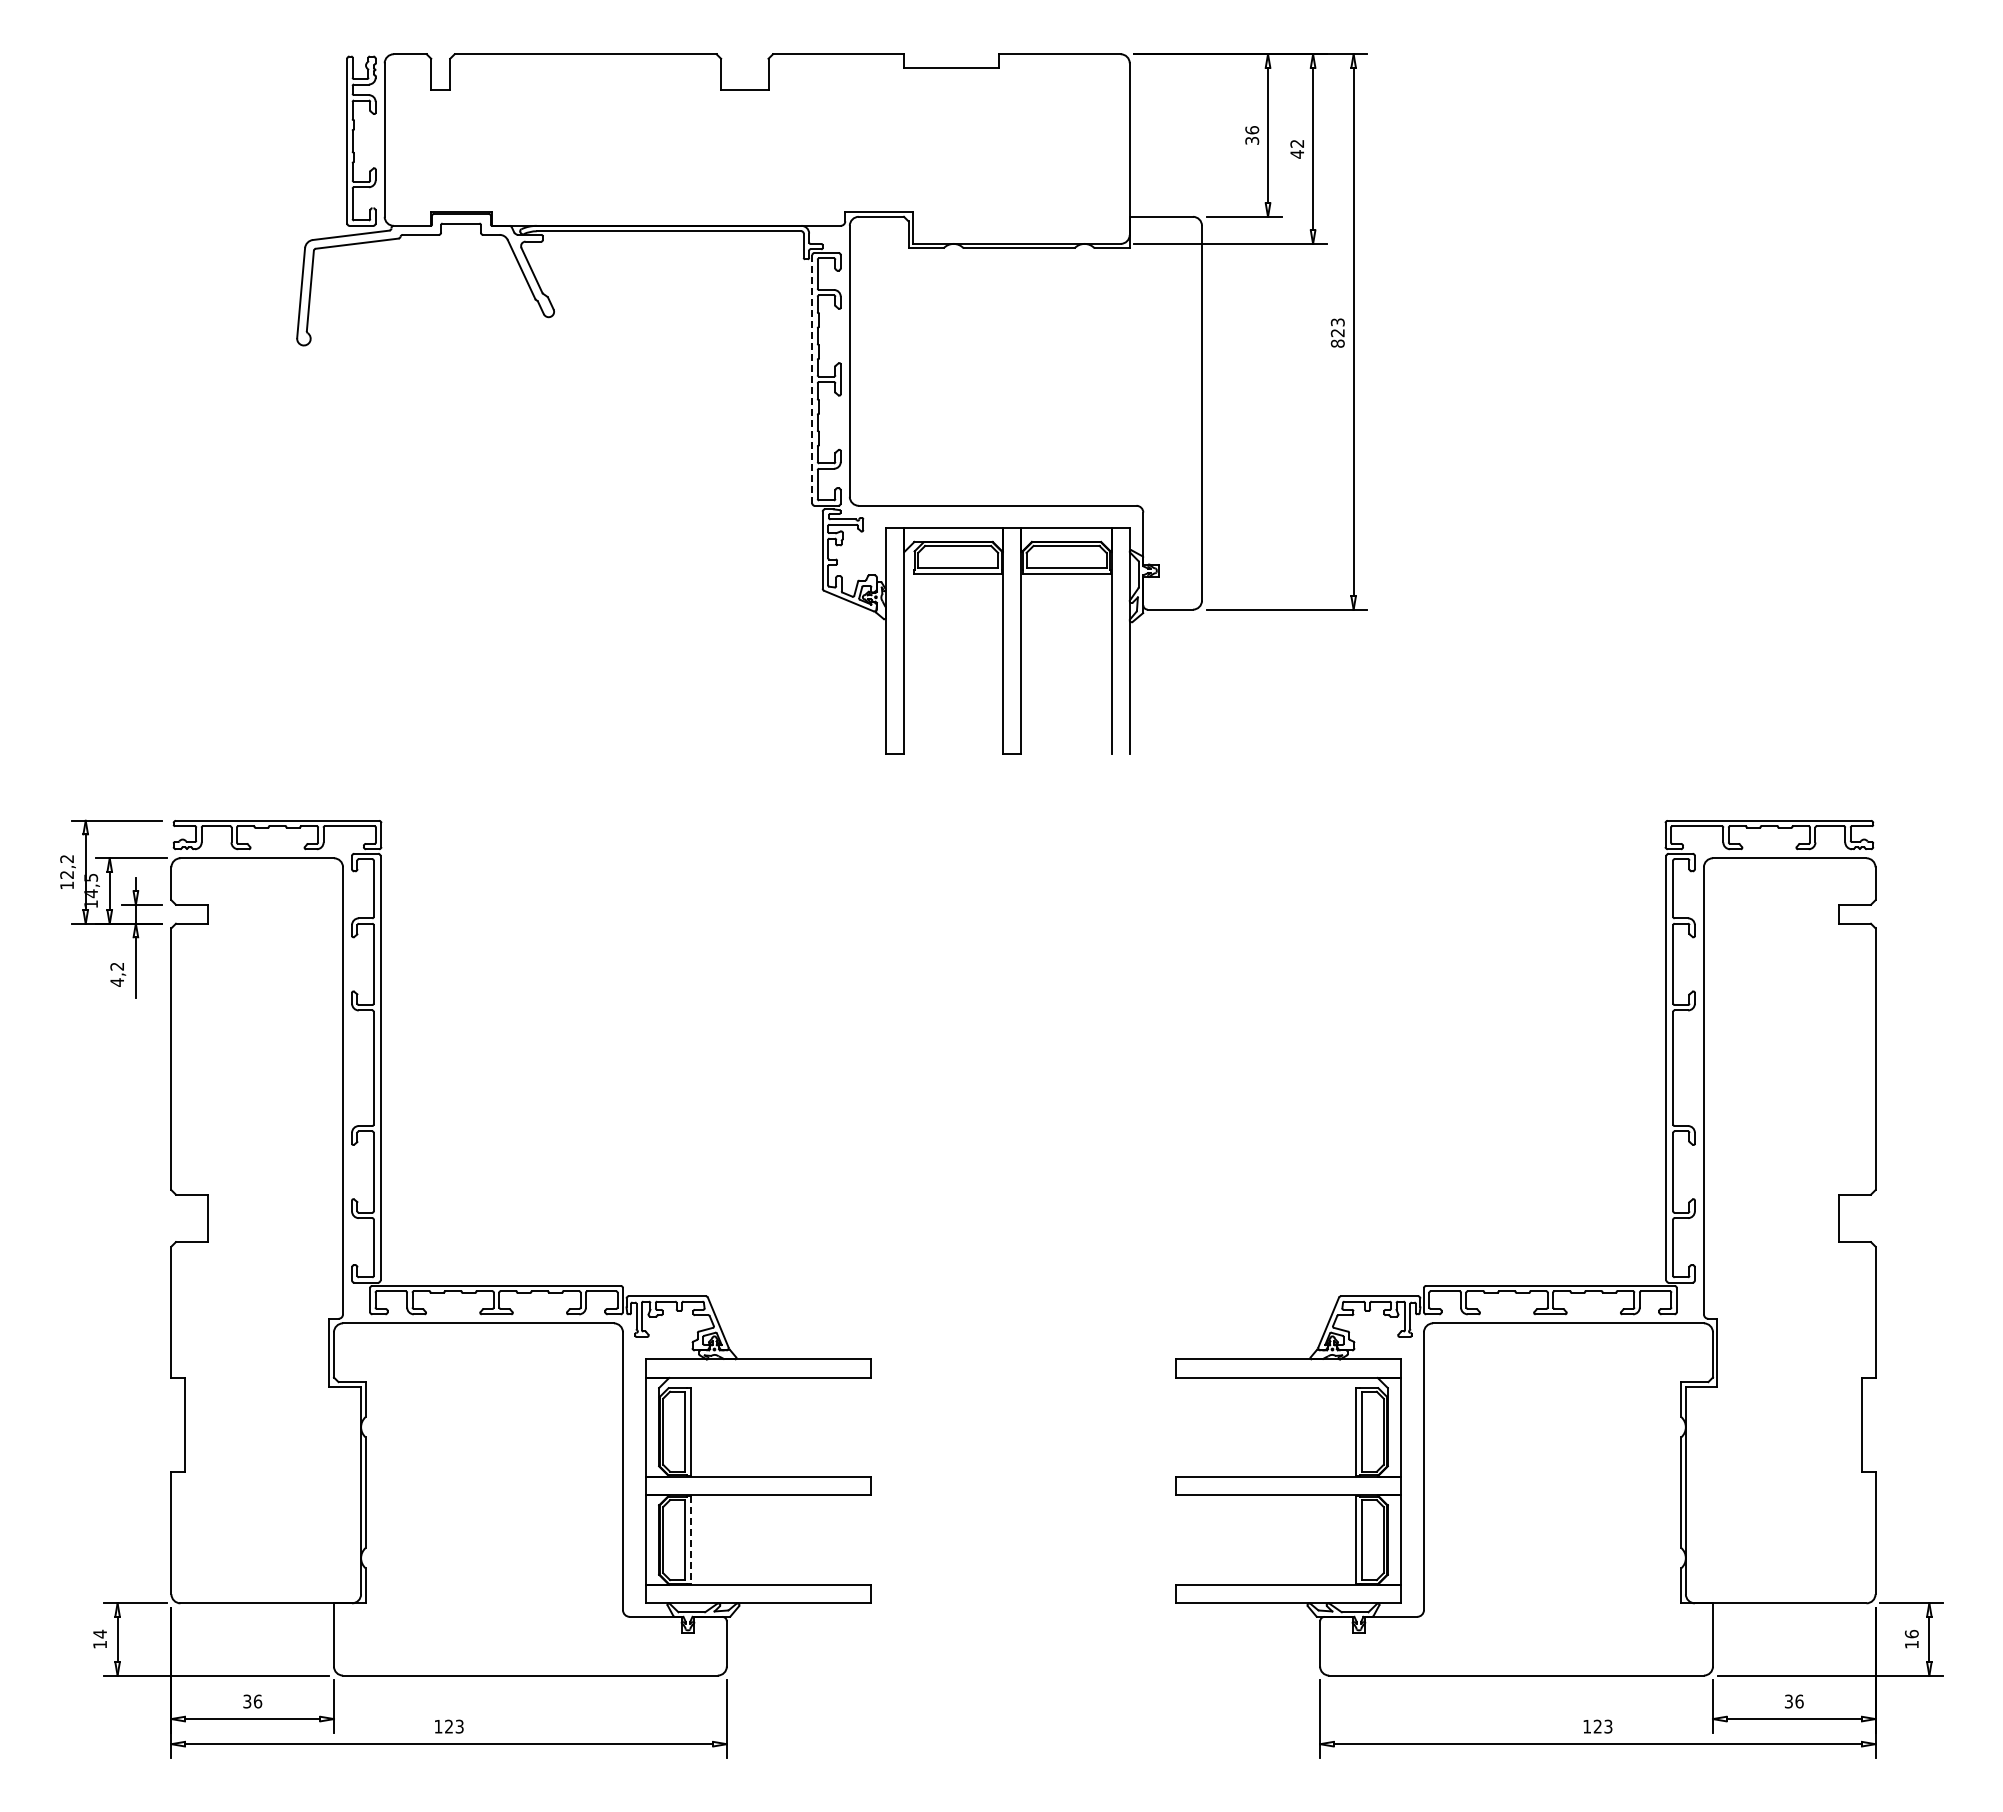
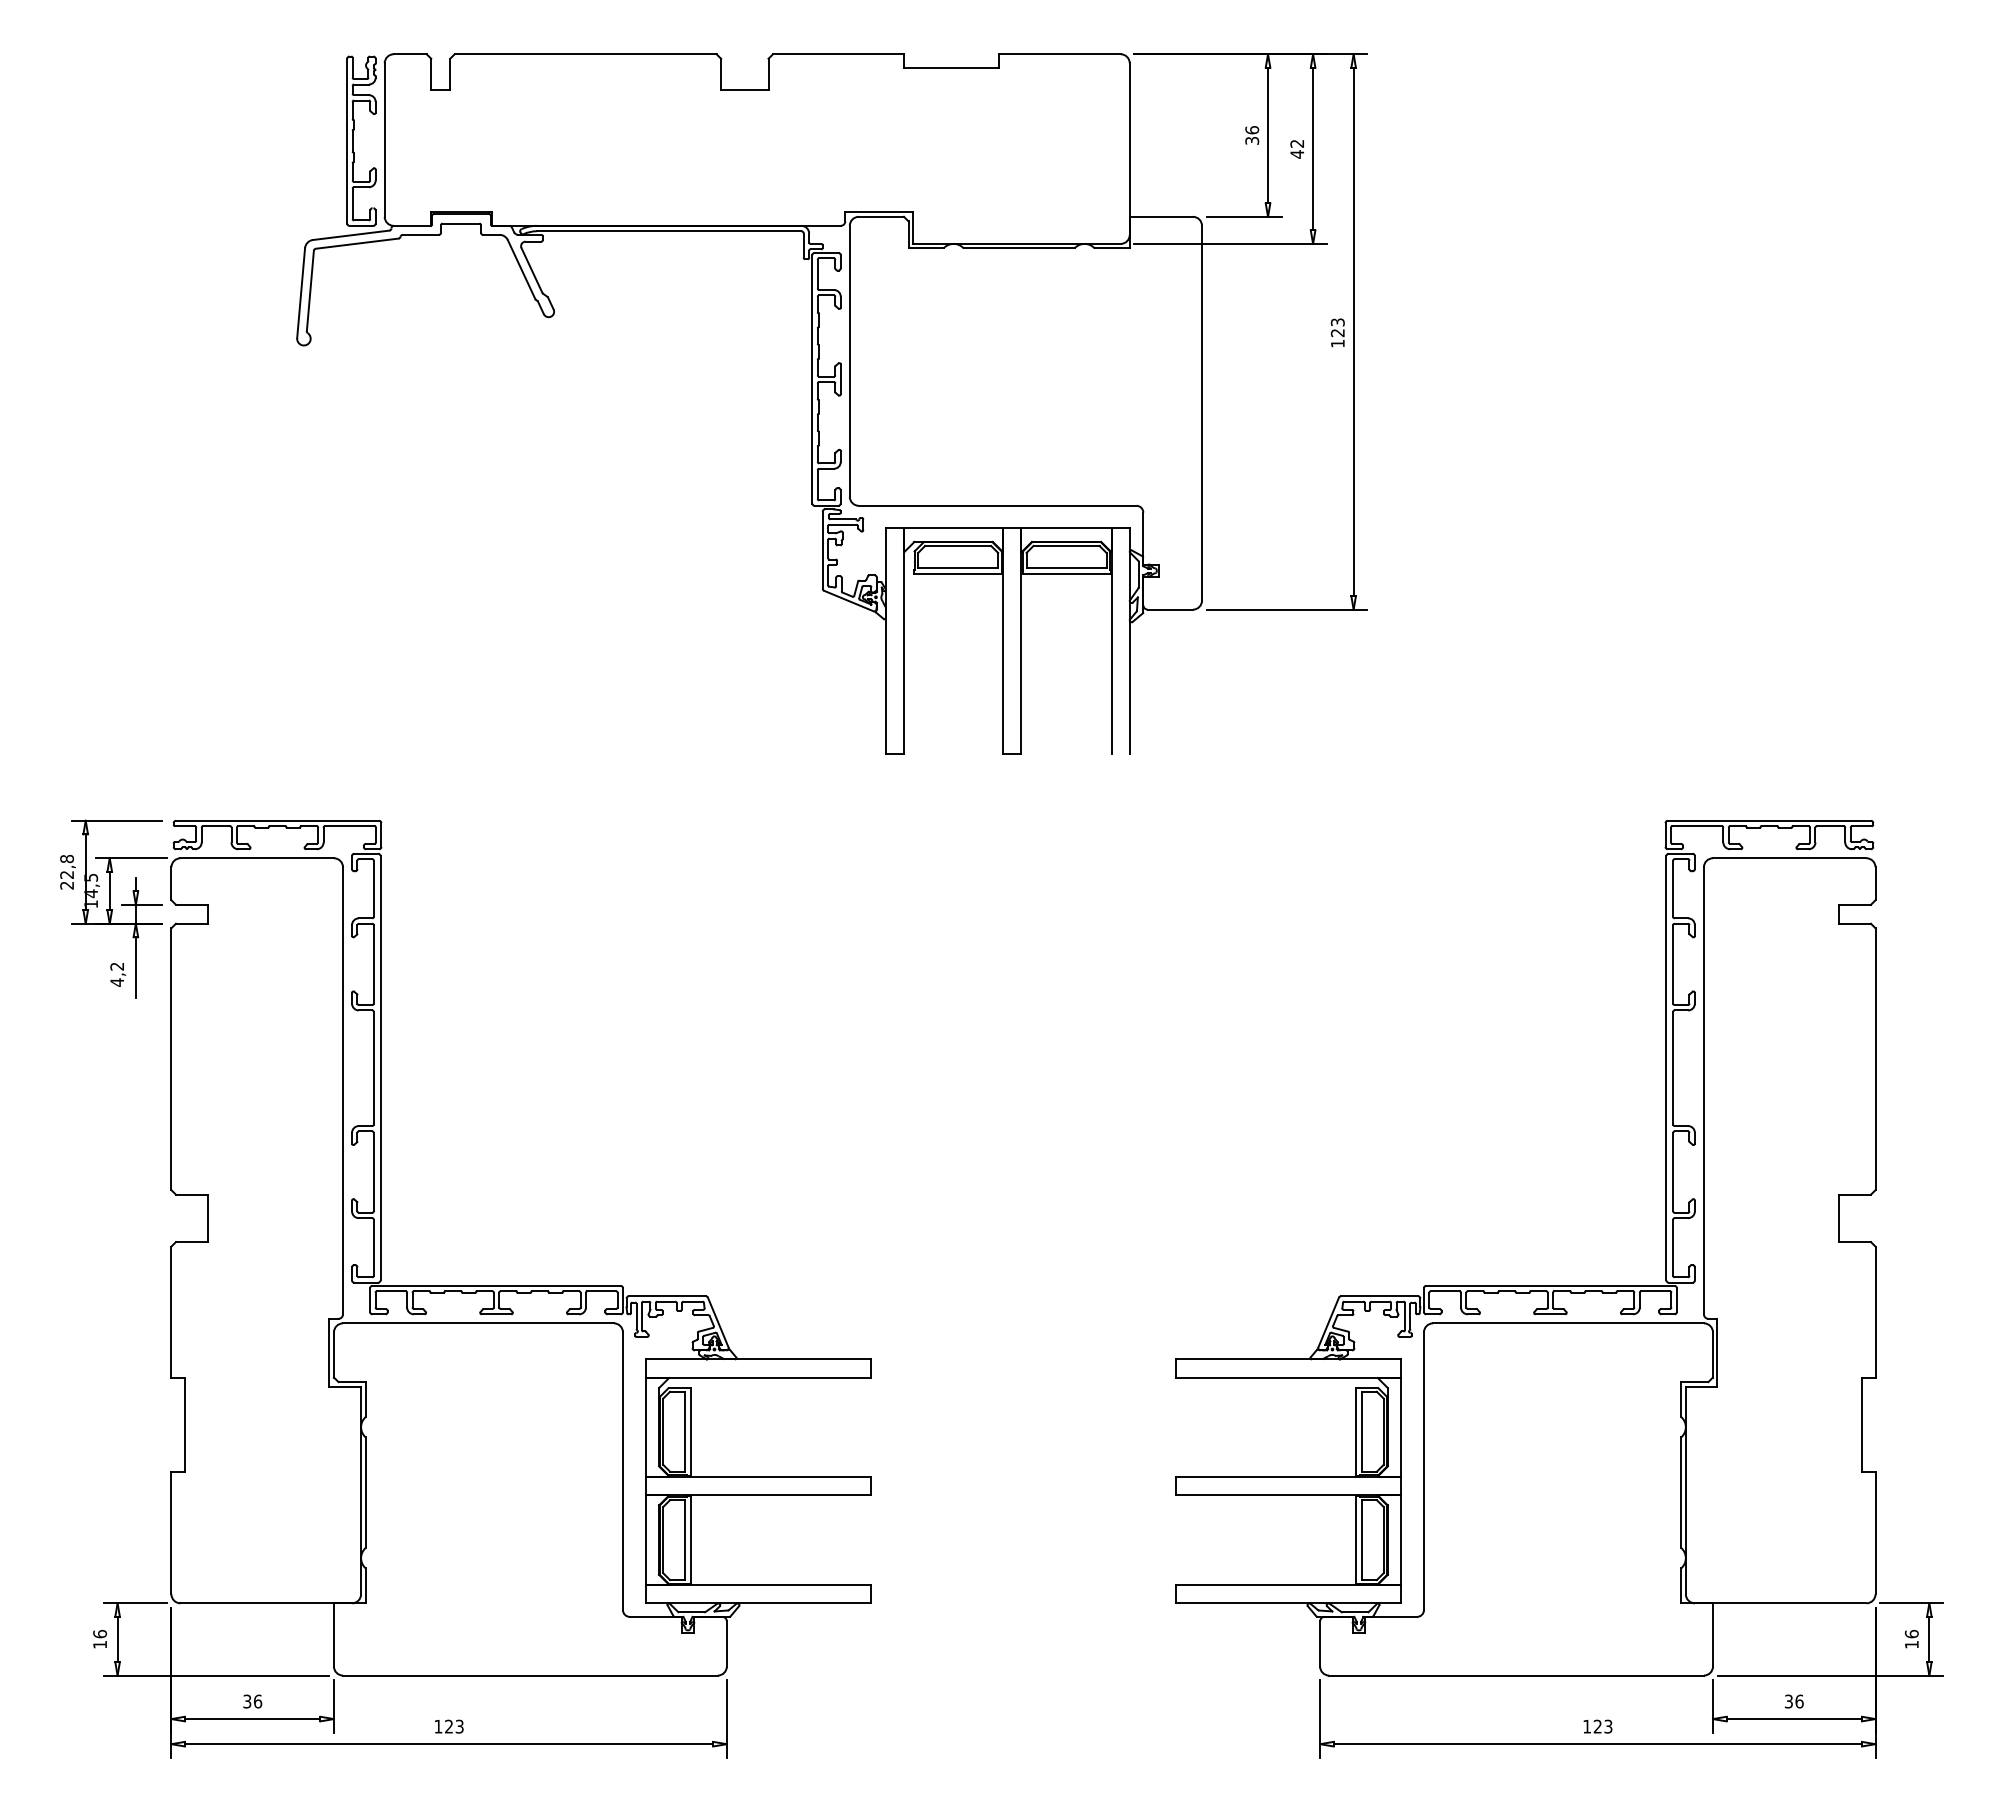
text at (1337, 343): 823 -> 123
line at (812, 378): dashed -> solid
text at (67, 871): 12,2 -> 22,8
line at (690, 1540): dashed -> solid
text at (100, 1633): 14 -> 16
